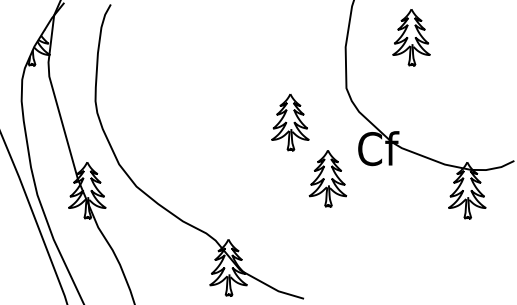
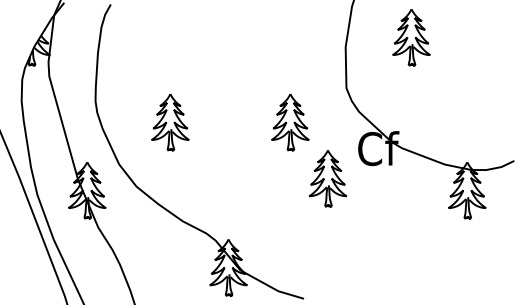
part at (170, 122): none -> present
